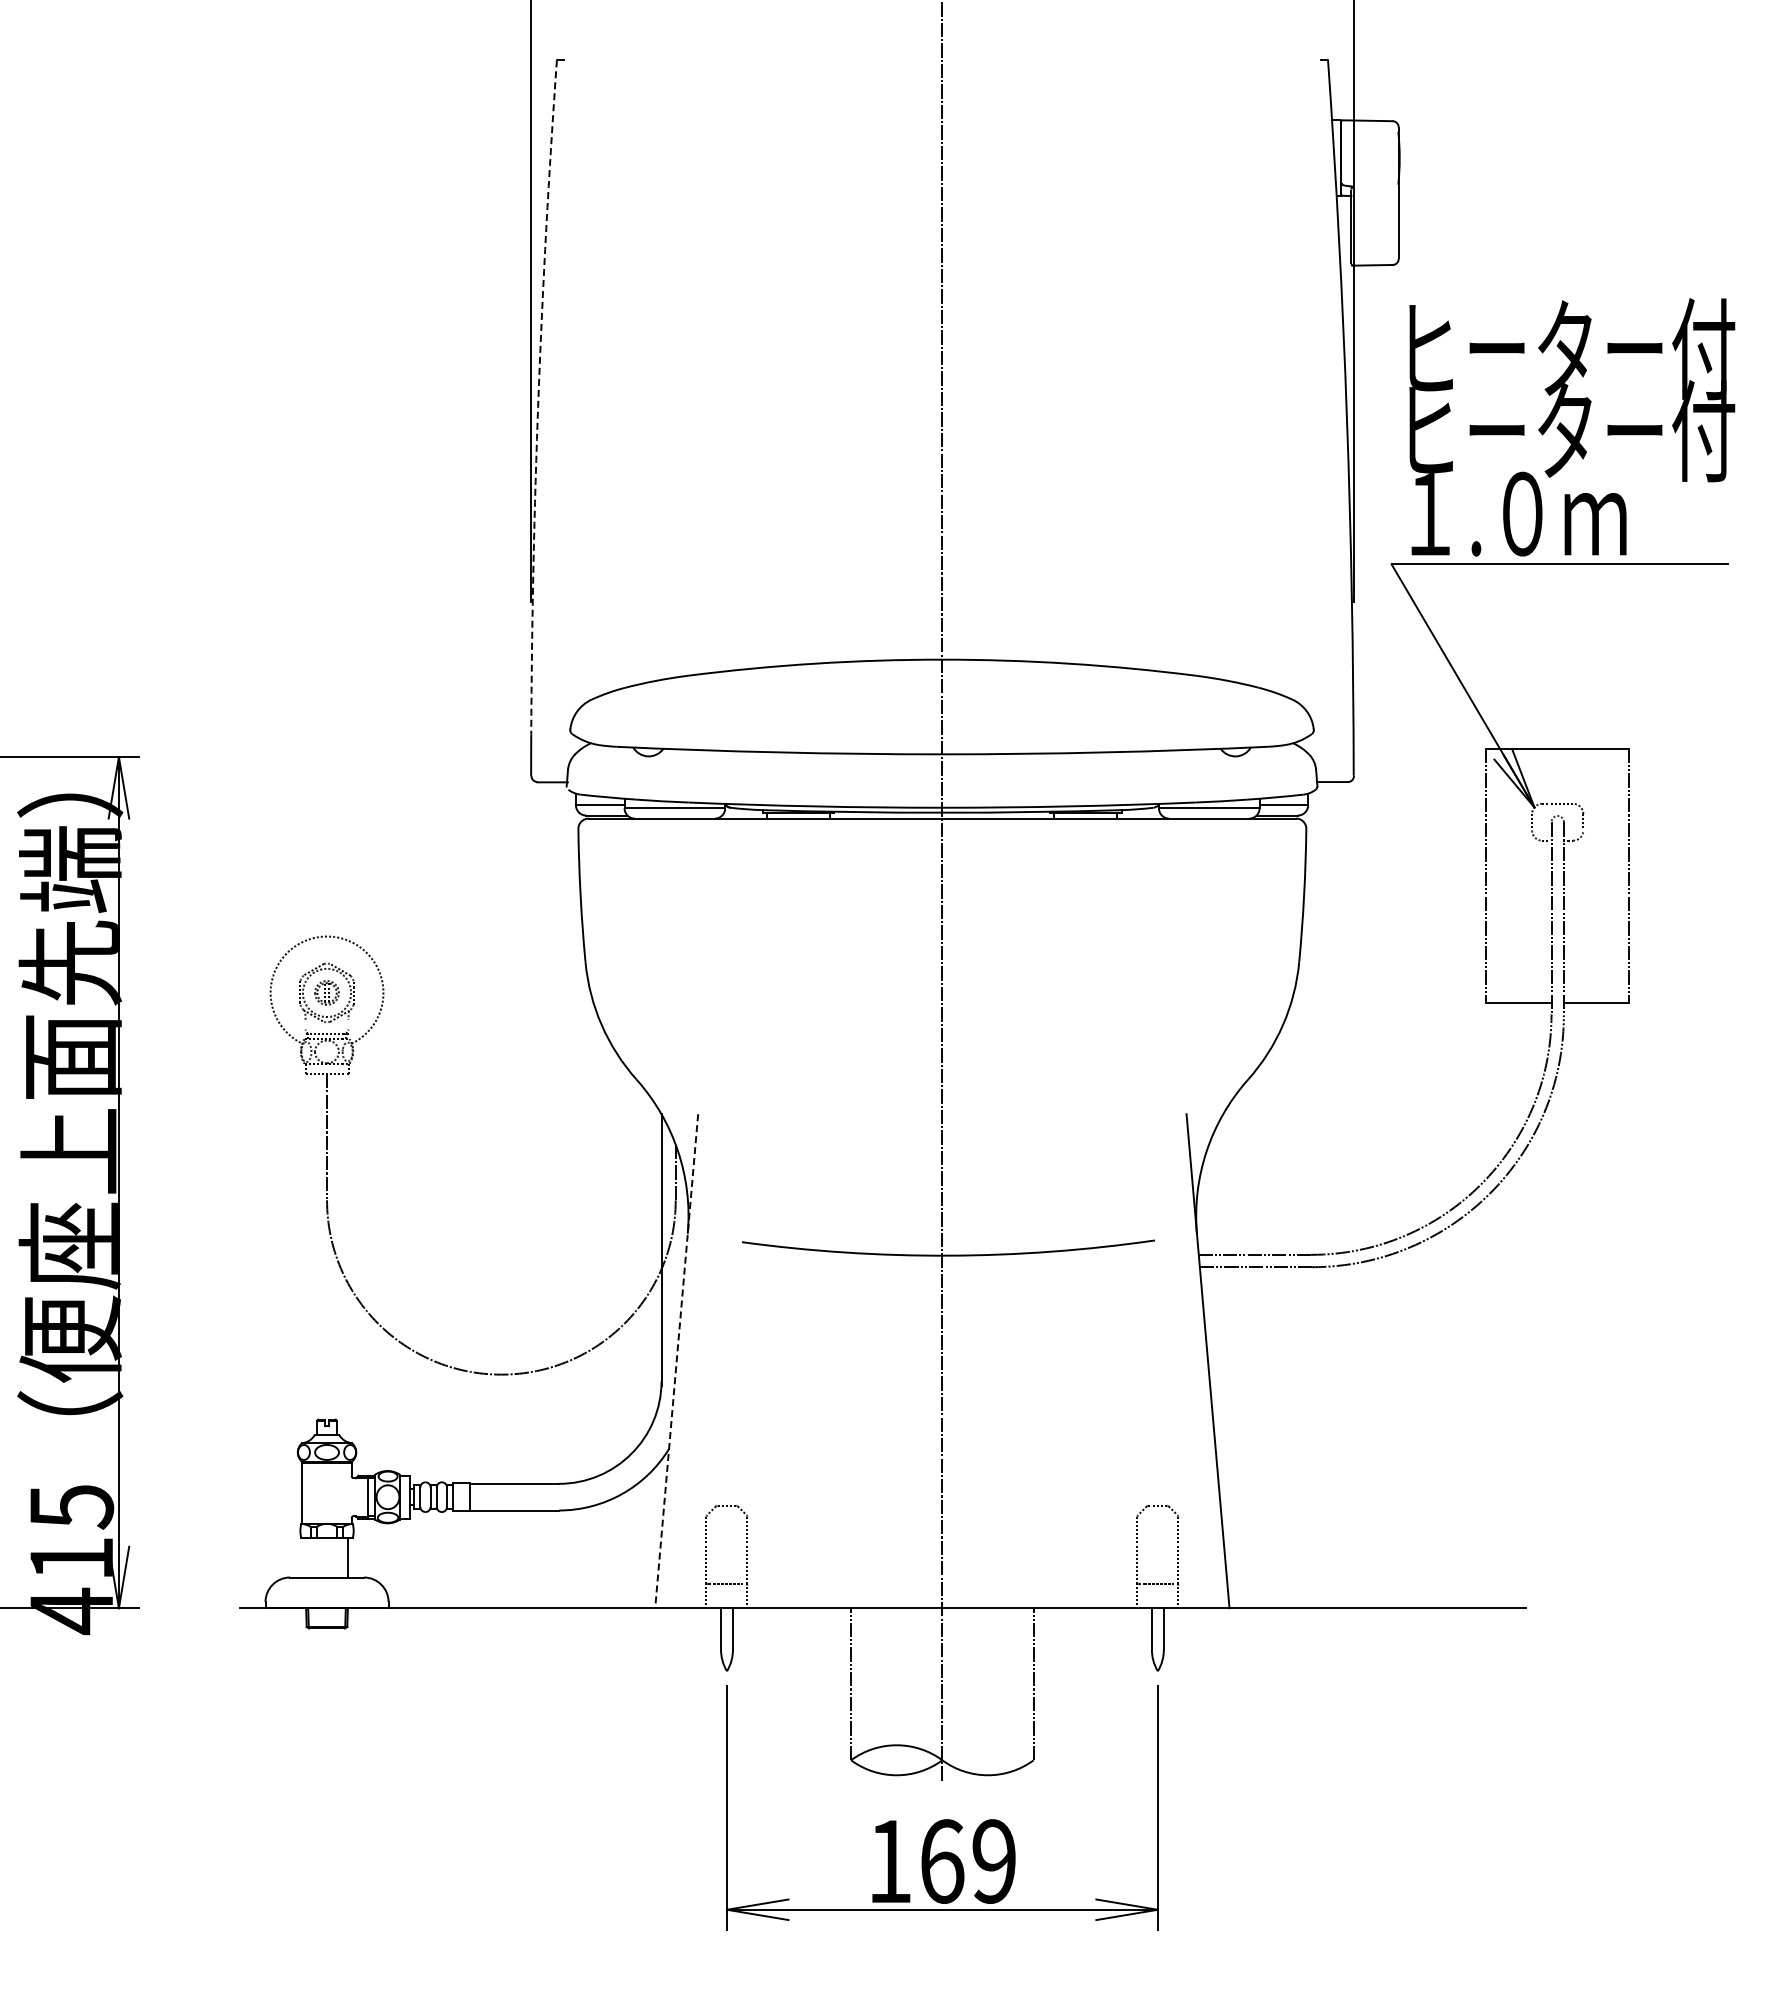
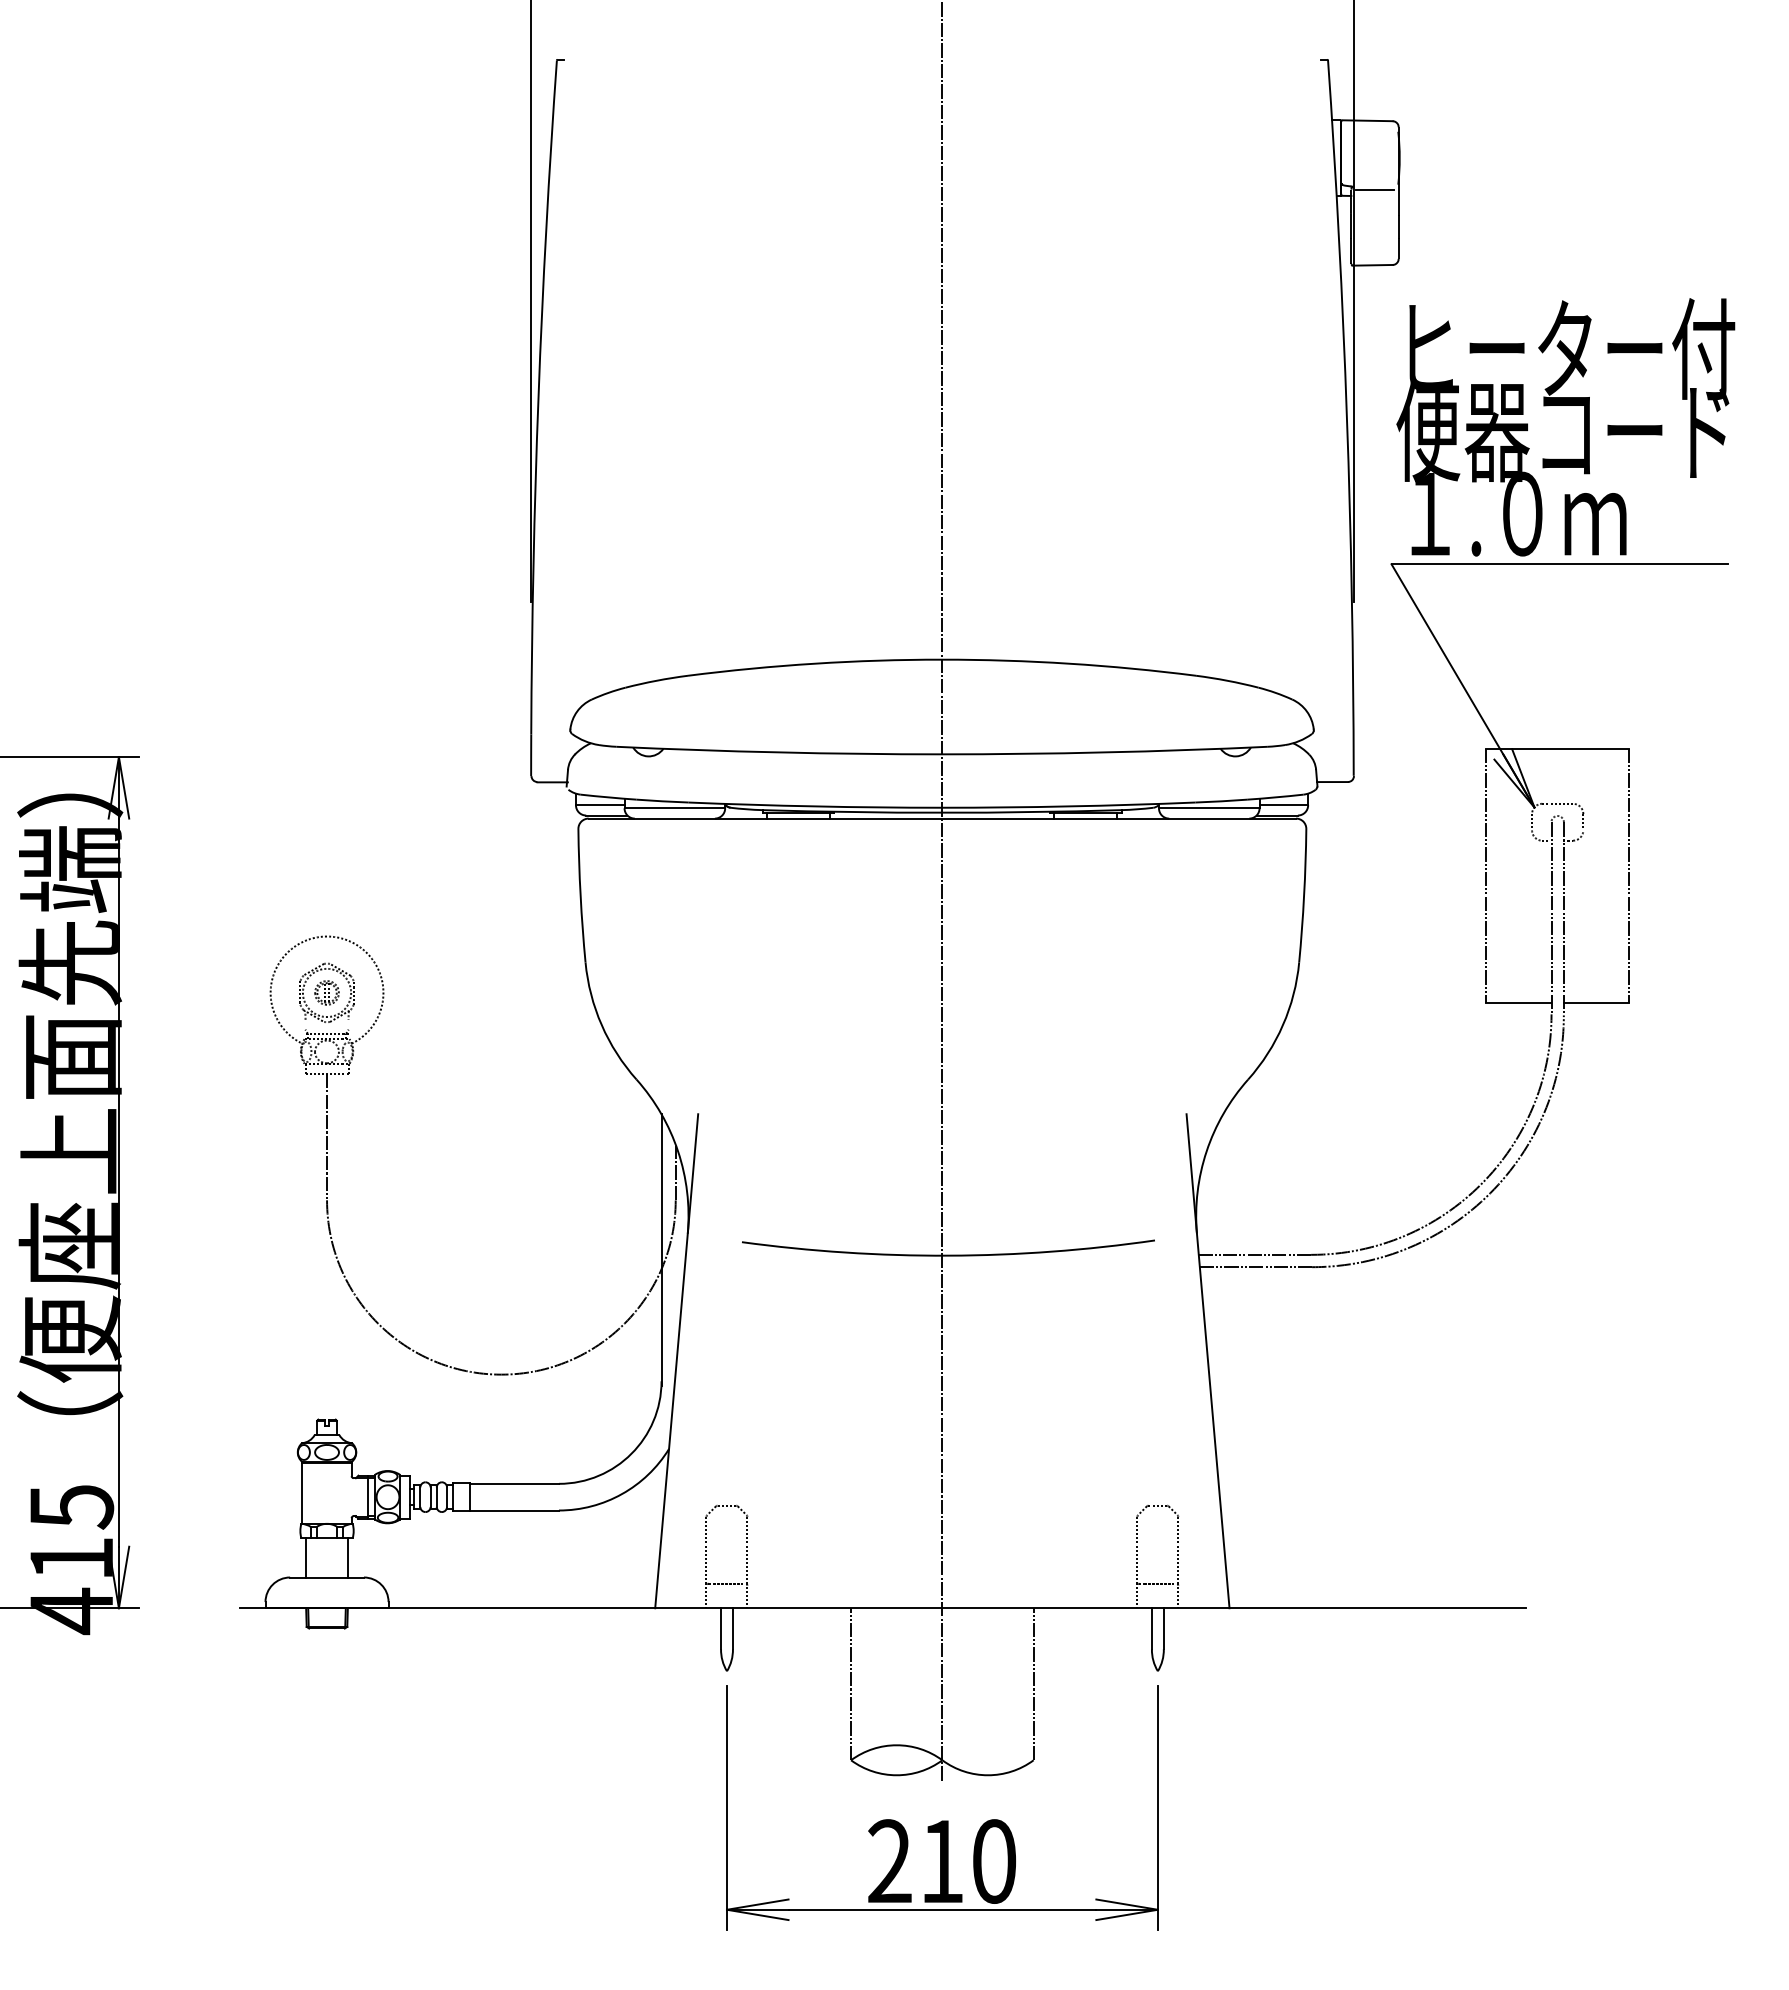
line at (1374, 190): none -> present
arc at (538, 397): dashed -> solid
text at (1565, 431): ヒーター付 -> 便器コード
line at (676, 1361): dashed -> solid
line at (306, 1557): none -> present
text at (942, 1861): 169 -> 210
